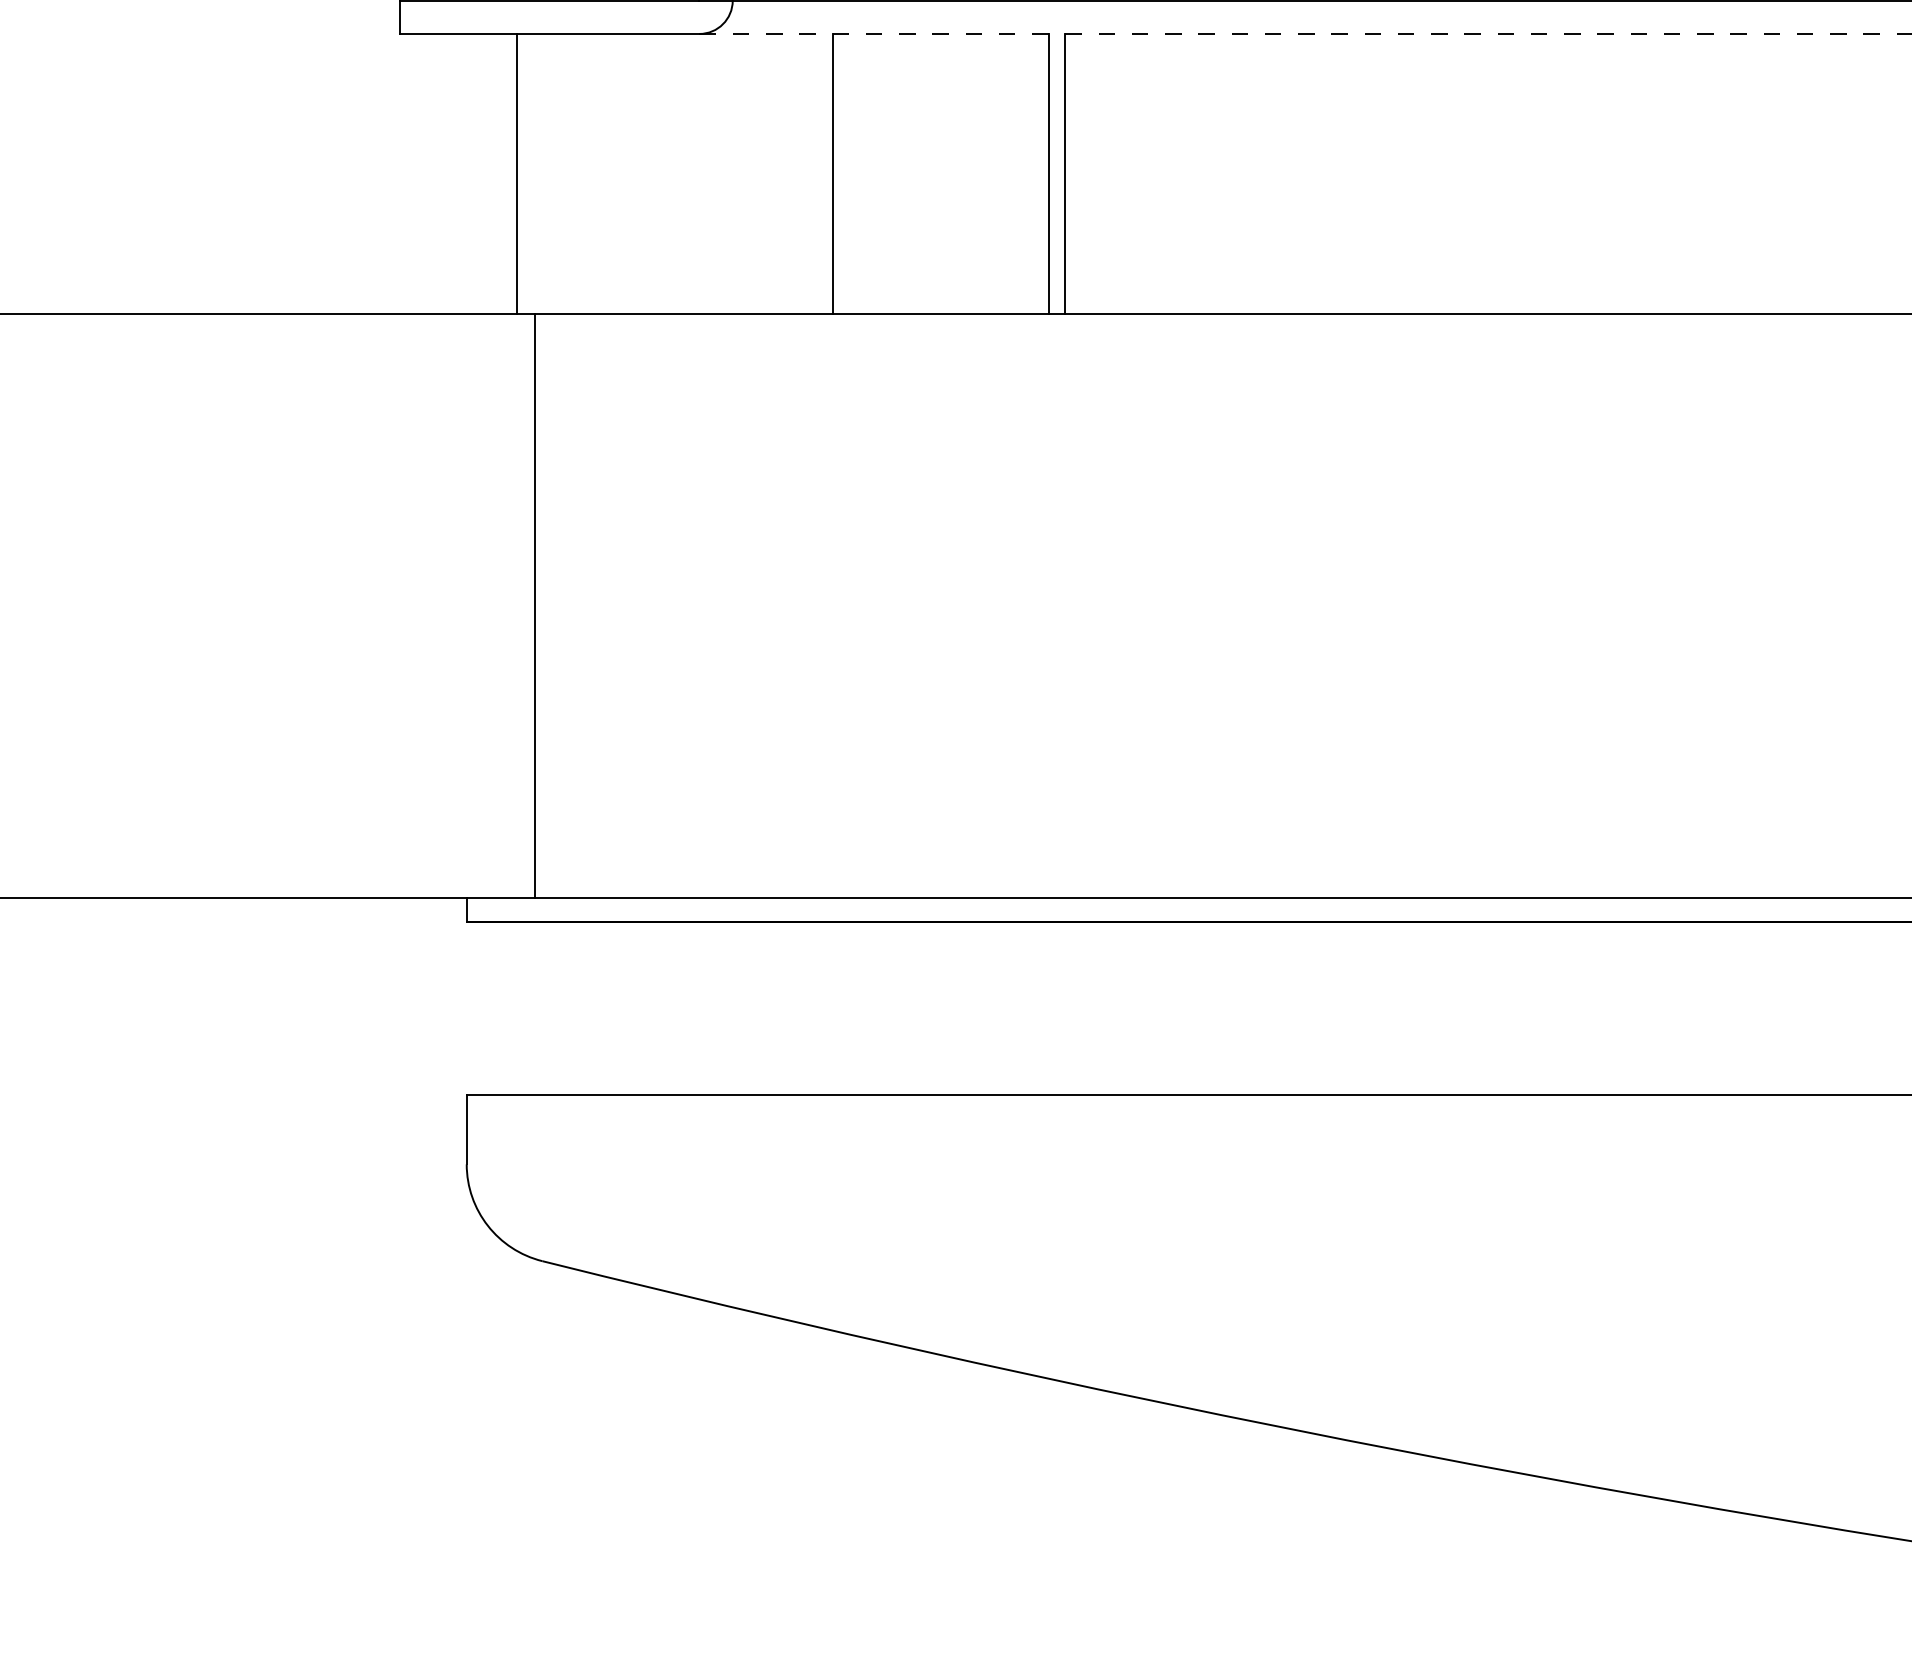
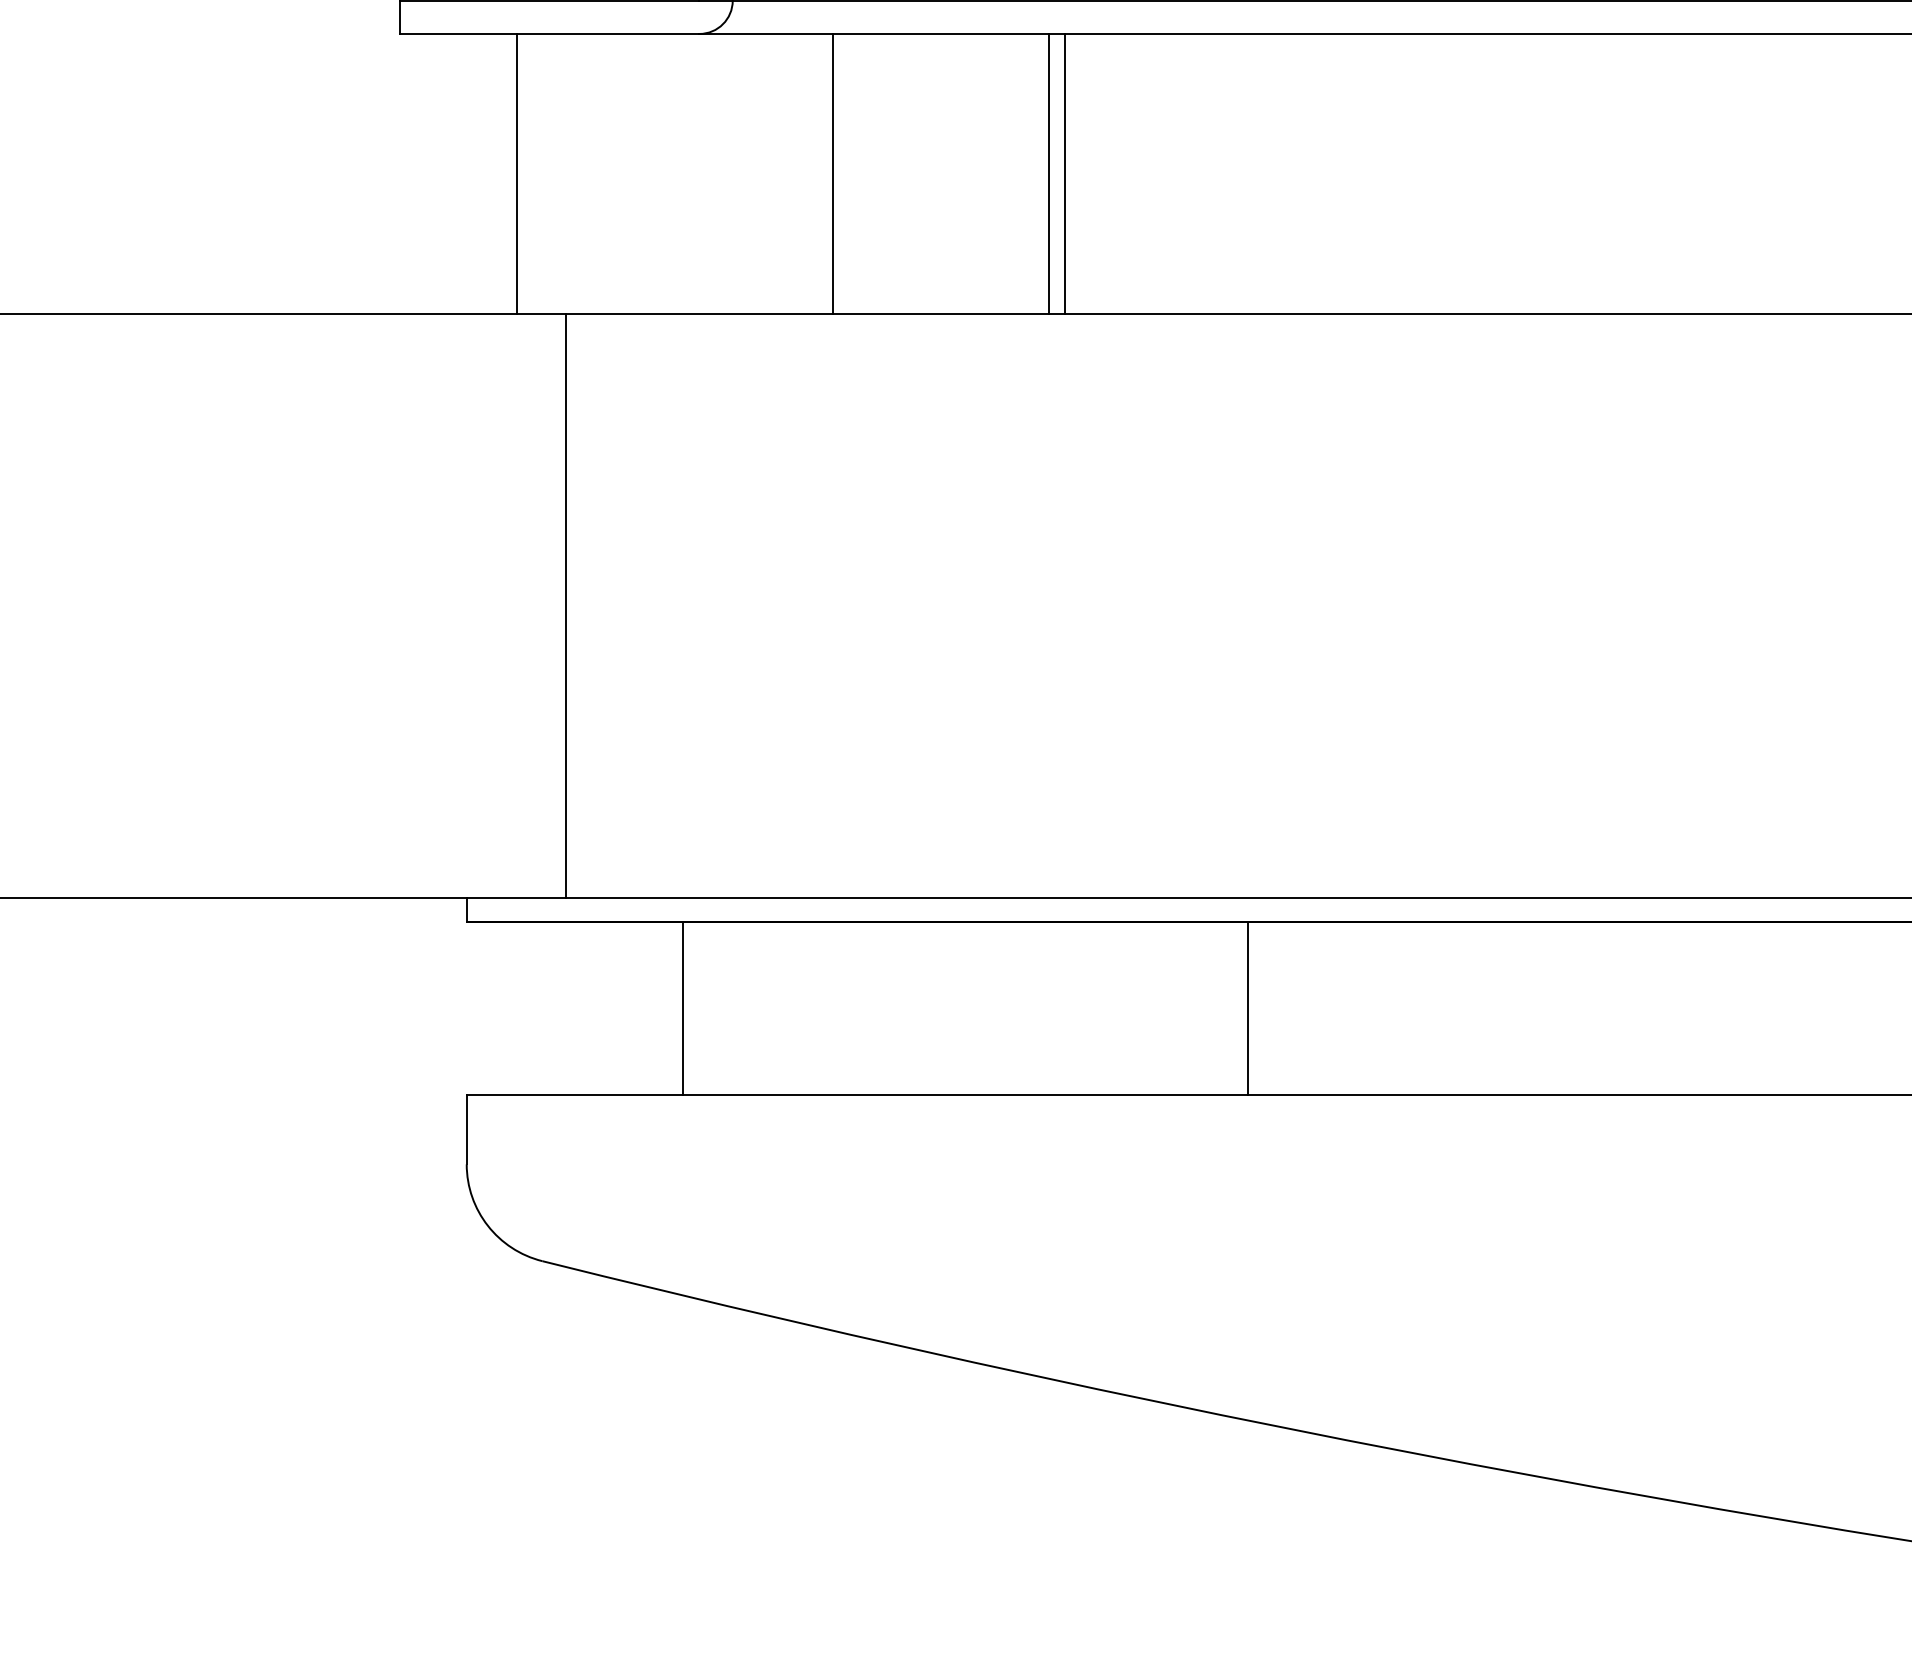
line at (1305, 33): dashed -> solid
line at (535, 606) position: (535, 606) -> (566, 606)
line at (682, 1007): none -> present
line at (1248, 1007): none -> present
